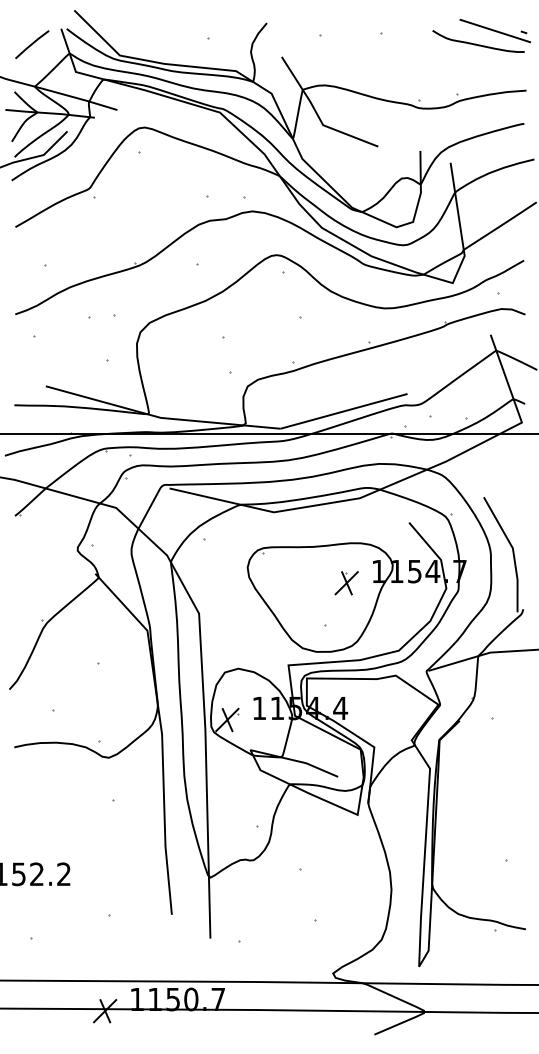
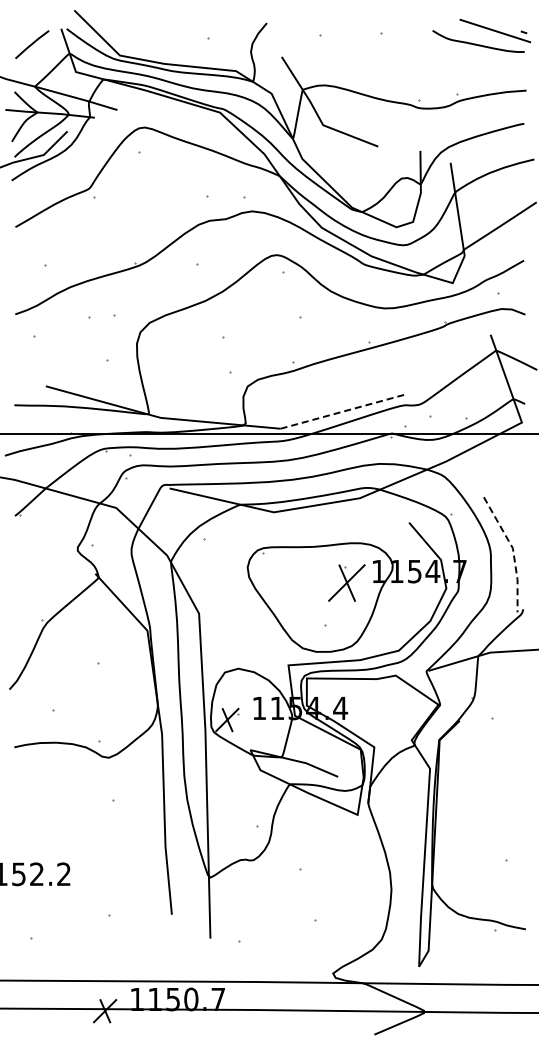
line at (344, 411): solid -> dashed
line at (513, 551): solid -> dashed
part at (346, 583) size: 25x25 px -> 38x38 px
